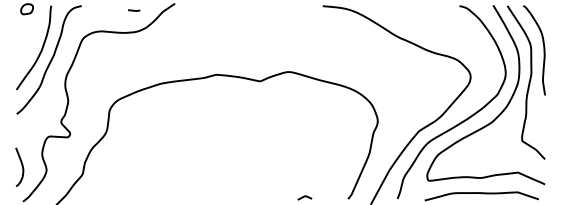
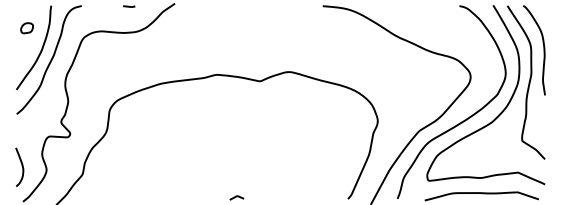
part at (26, 9) position: (26, 9) -> (26, 28)
curve at (134, 10) position: (134, 10) -> (129, 6)
line at (304, 197) position: (304, 197) -> (236, 197)
